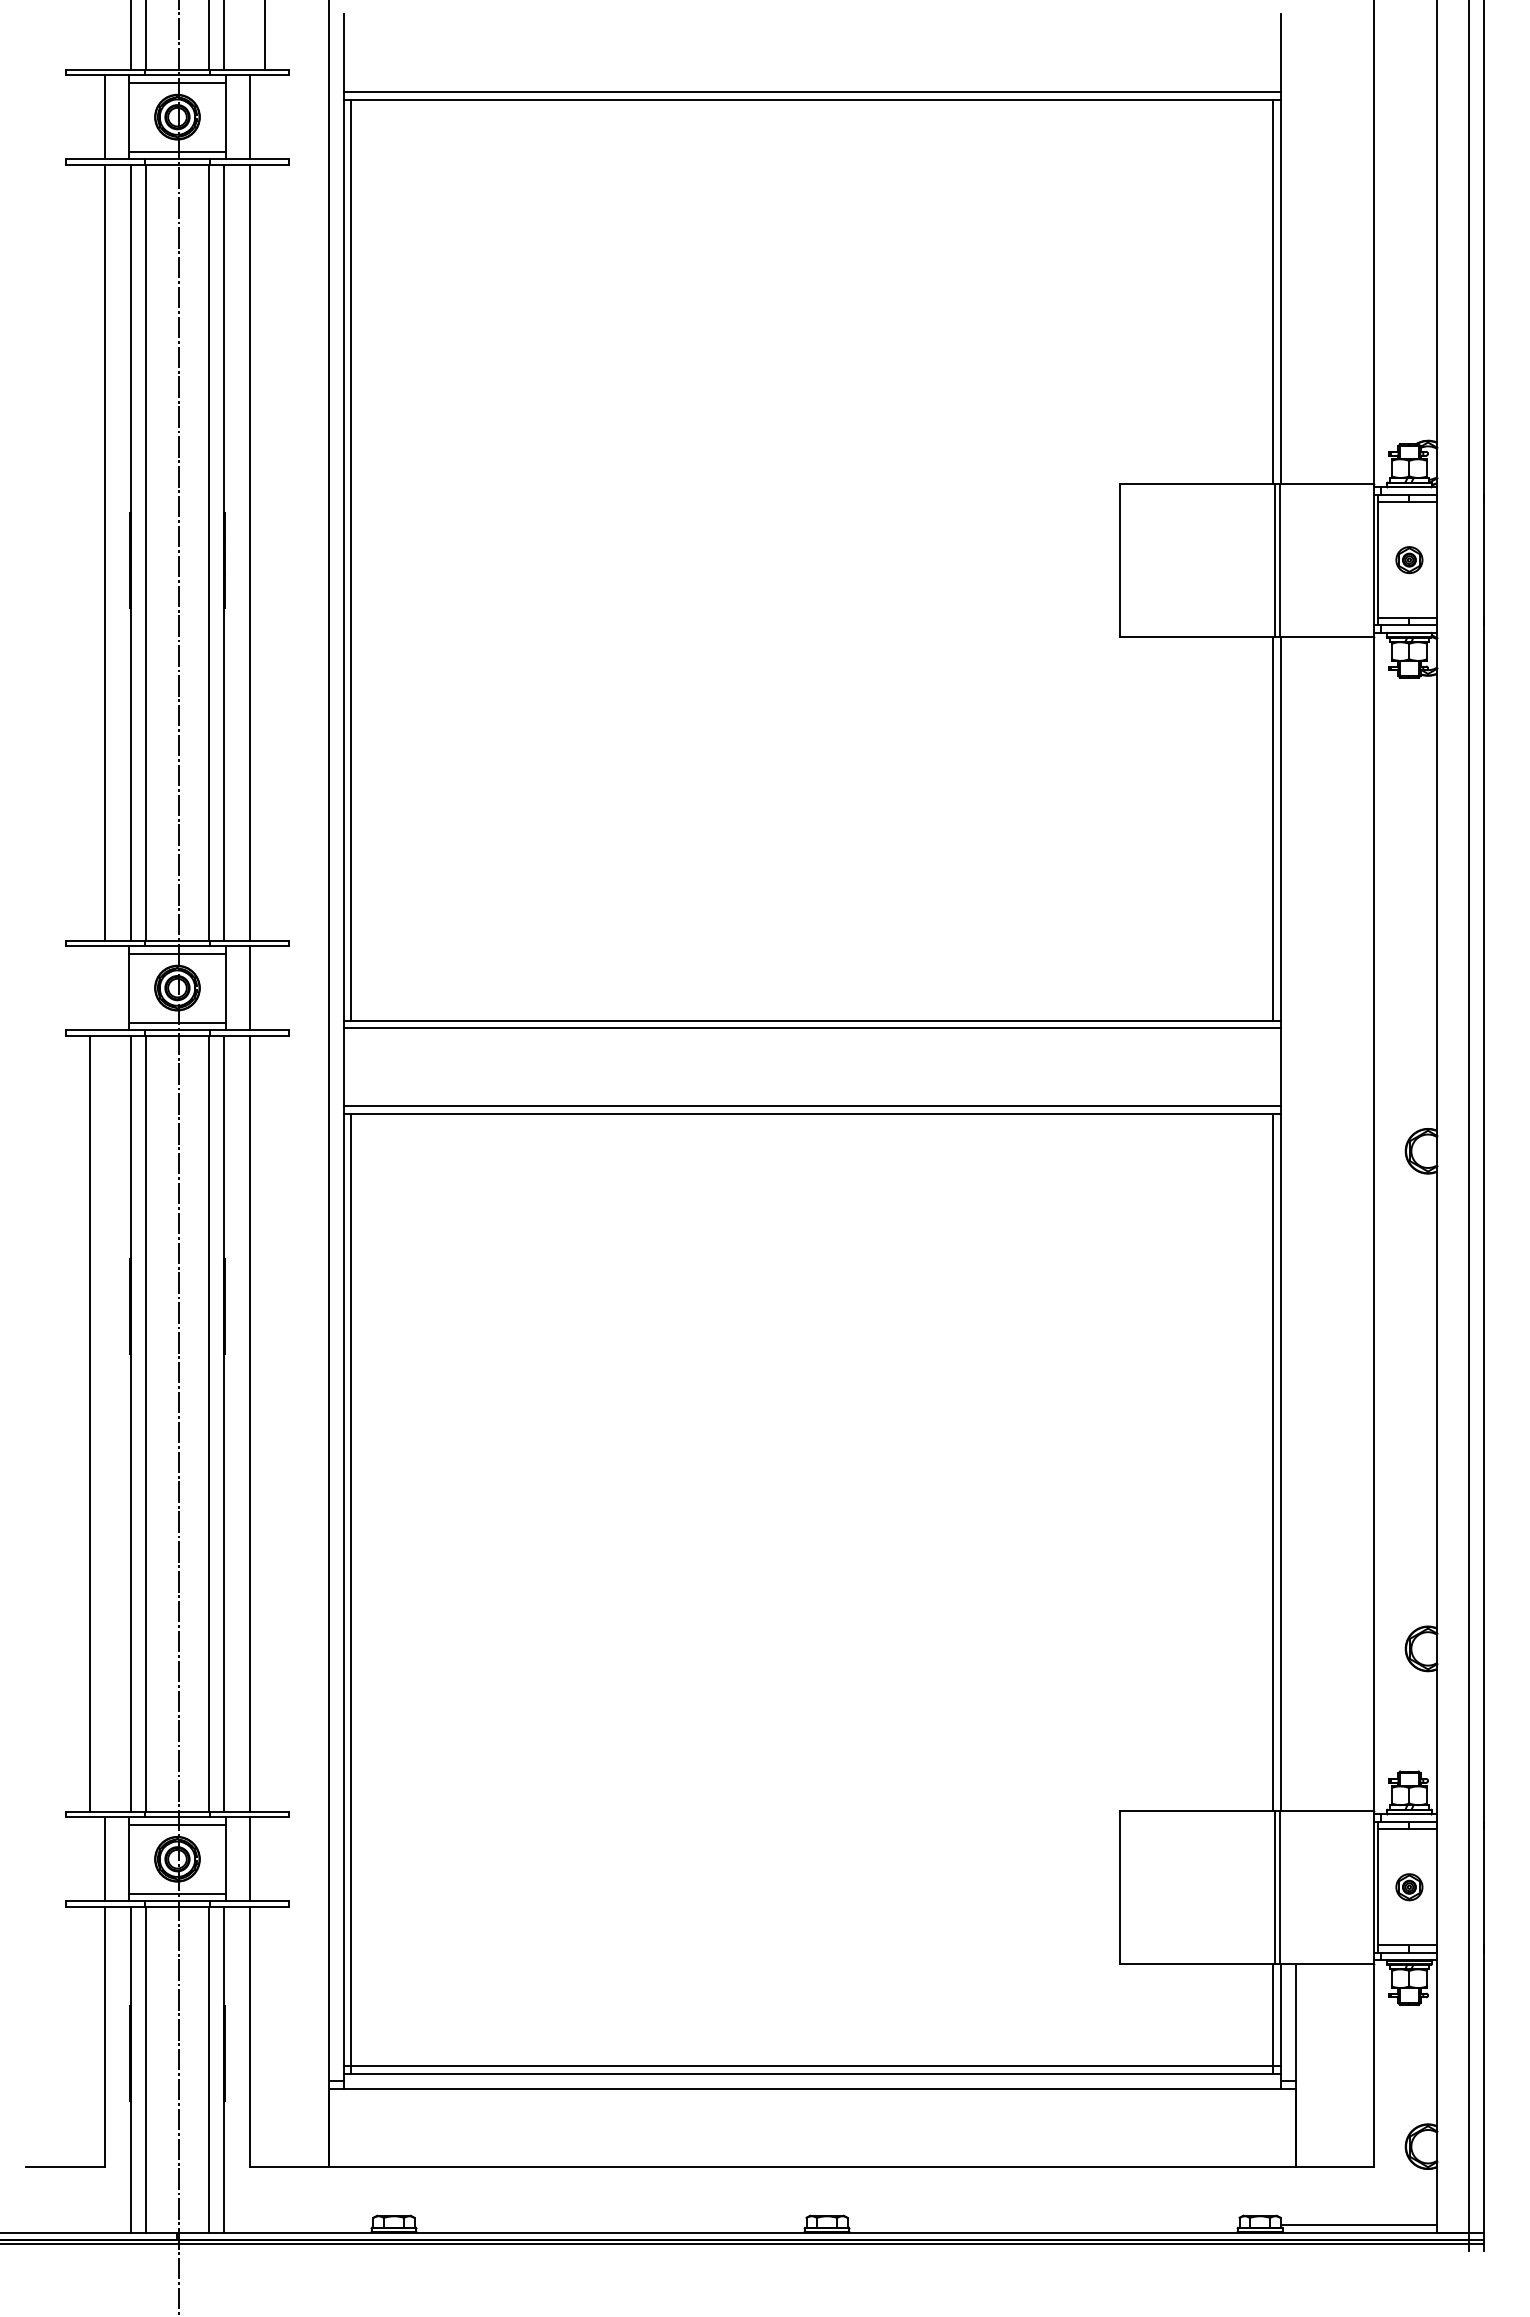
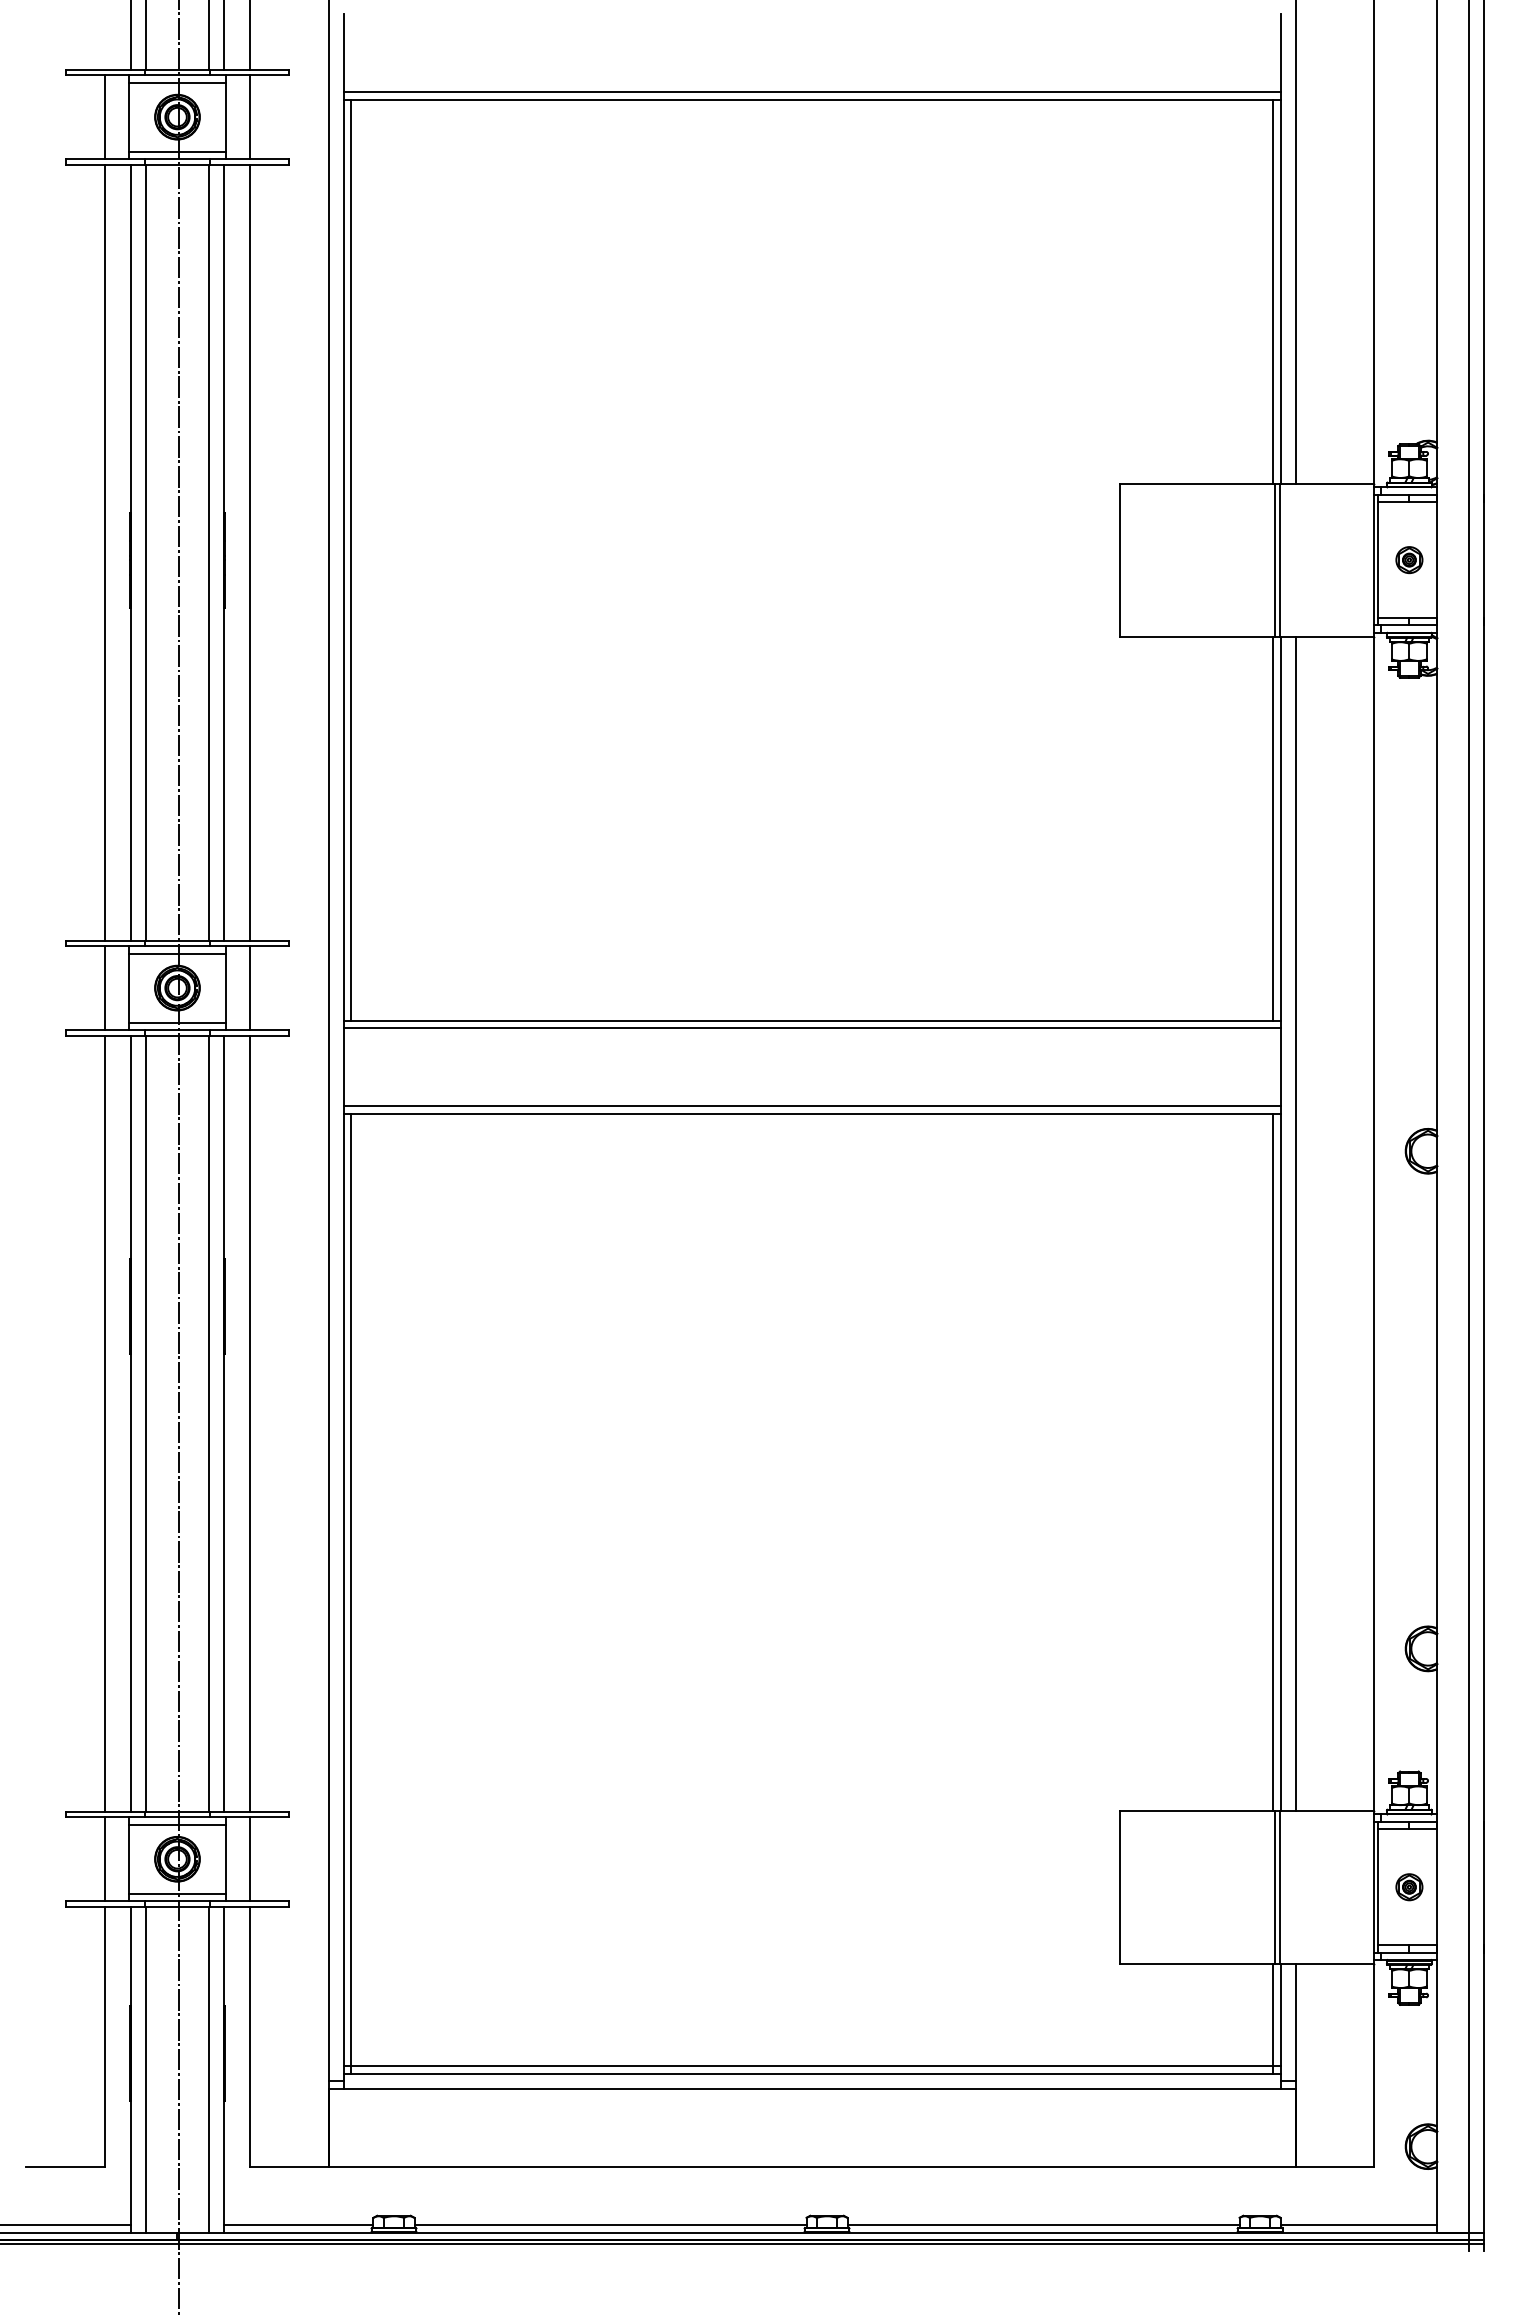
line at (265, 35) position: (265, 35) -> (250, 35)
line at (1295, 242): none -> present
line at (104, 988): none -> present
line at (1295, 1223): none -> present
line at (89, 1423) position: (89, 1423) -> (104, 1423)
line at (66, 2225): none -> present
line at (298, 2225): none -> present
line at (610, 2225): none -> present
line at (1043, 2225): none -> present
